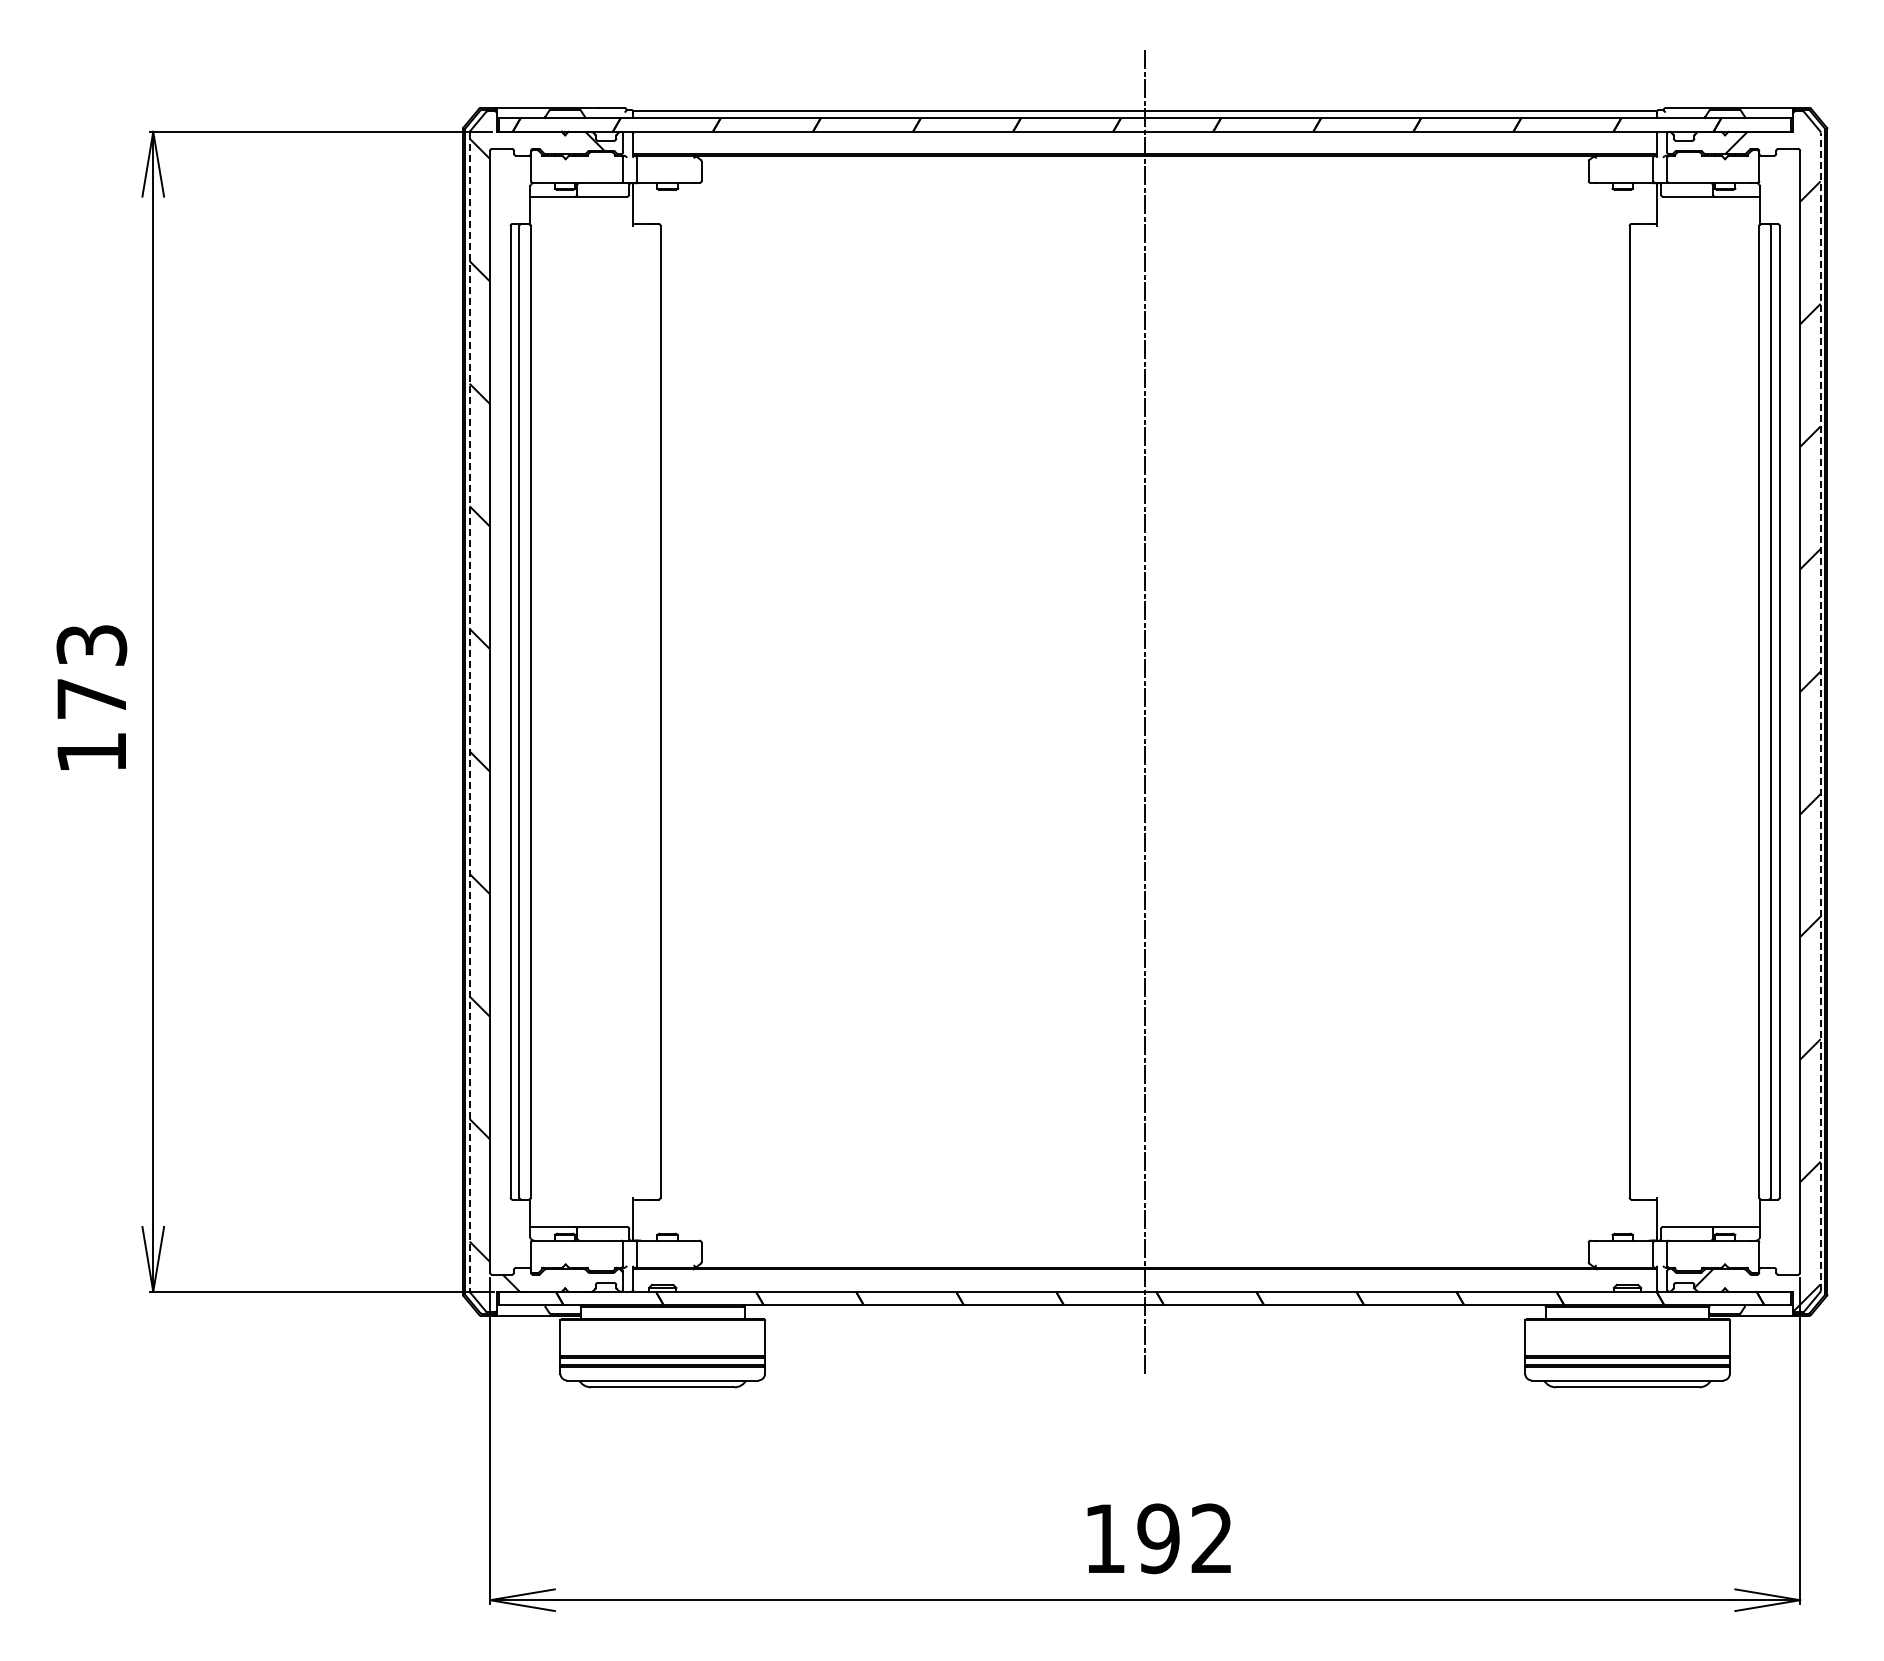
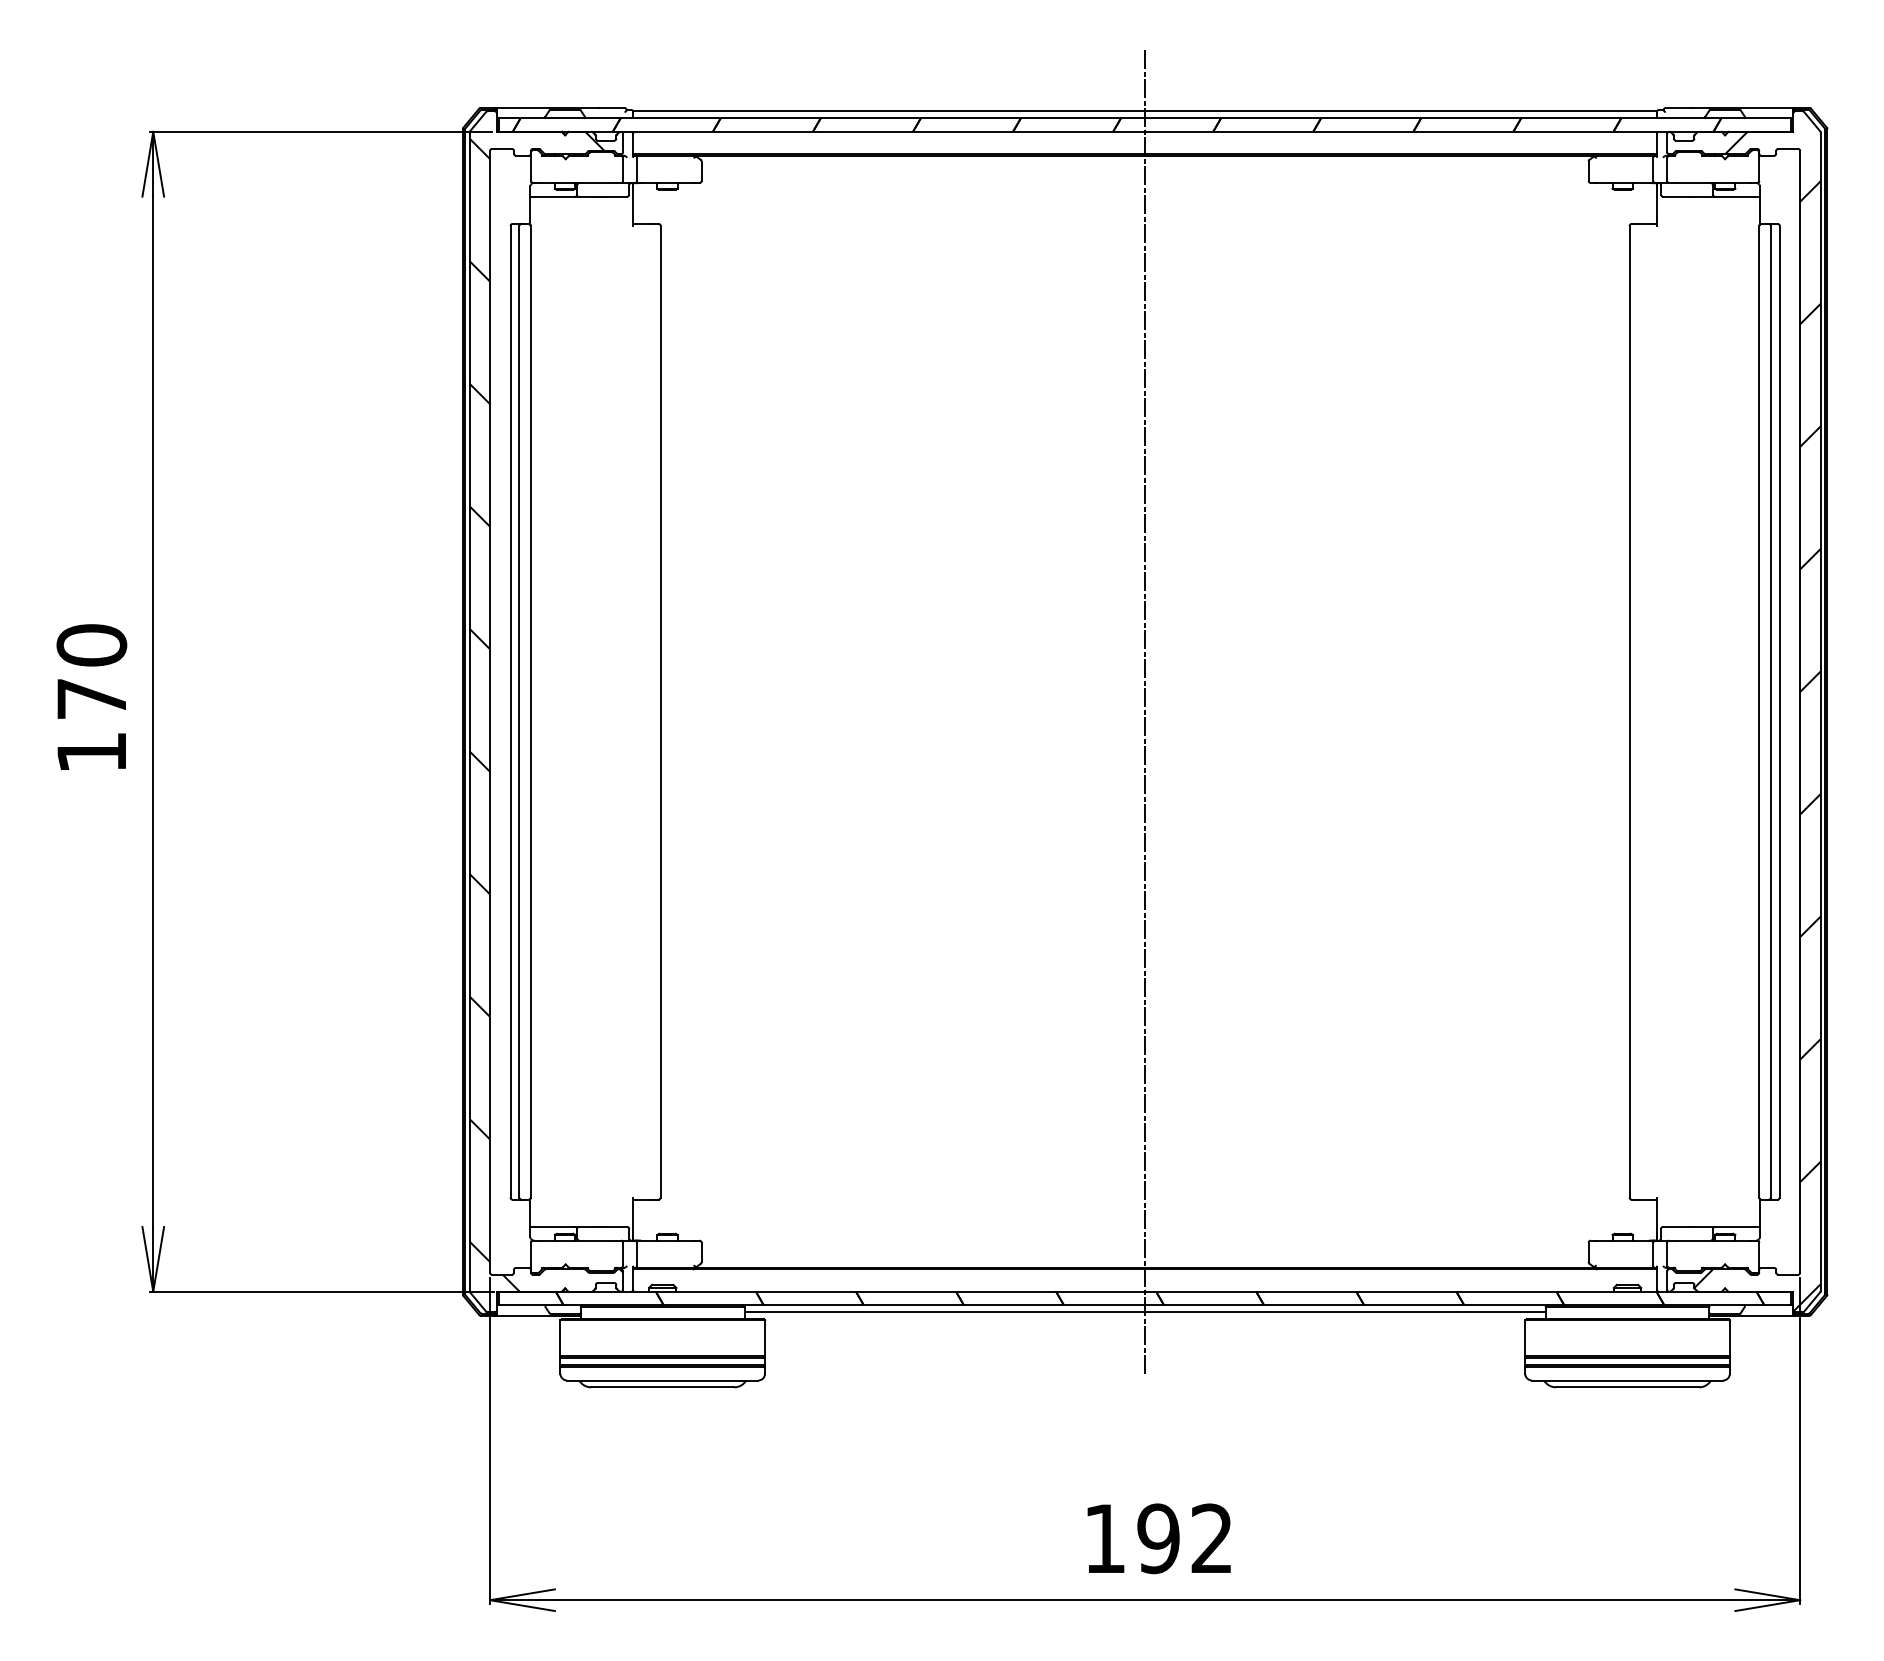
text at (91, 645): 173 -> 170
line at (1820, 711): dashed -> solid
line at (469, 712): dashed -> solid
line at (1144, 1312): none -> present
